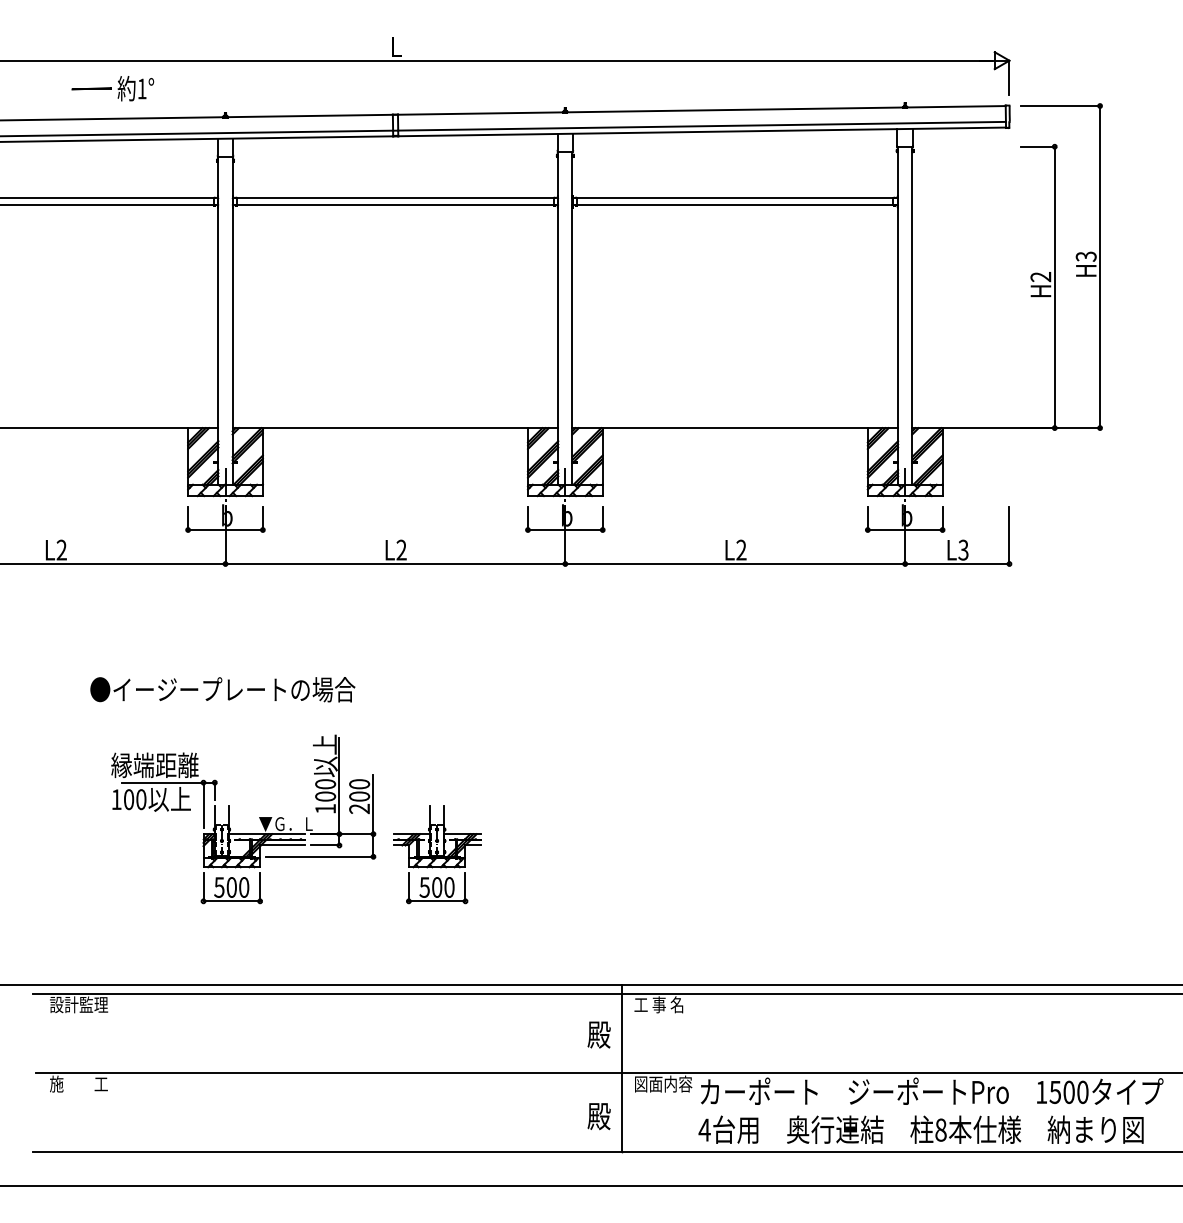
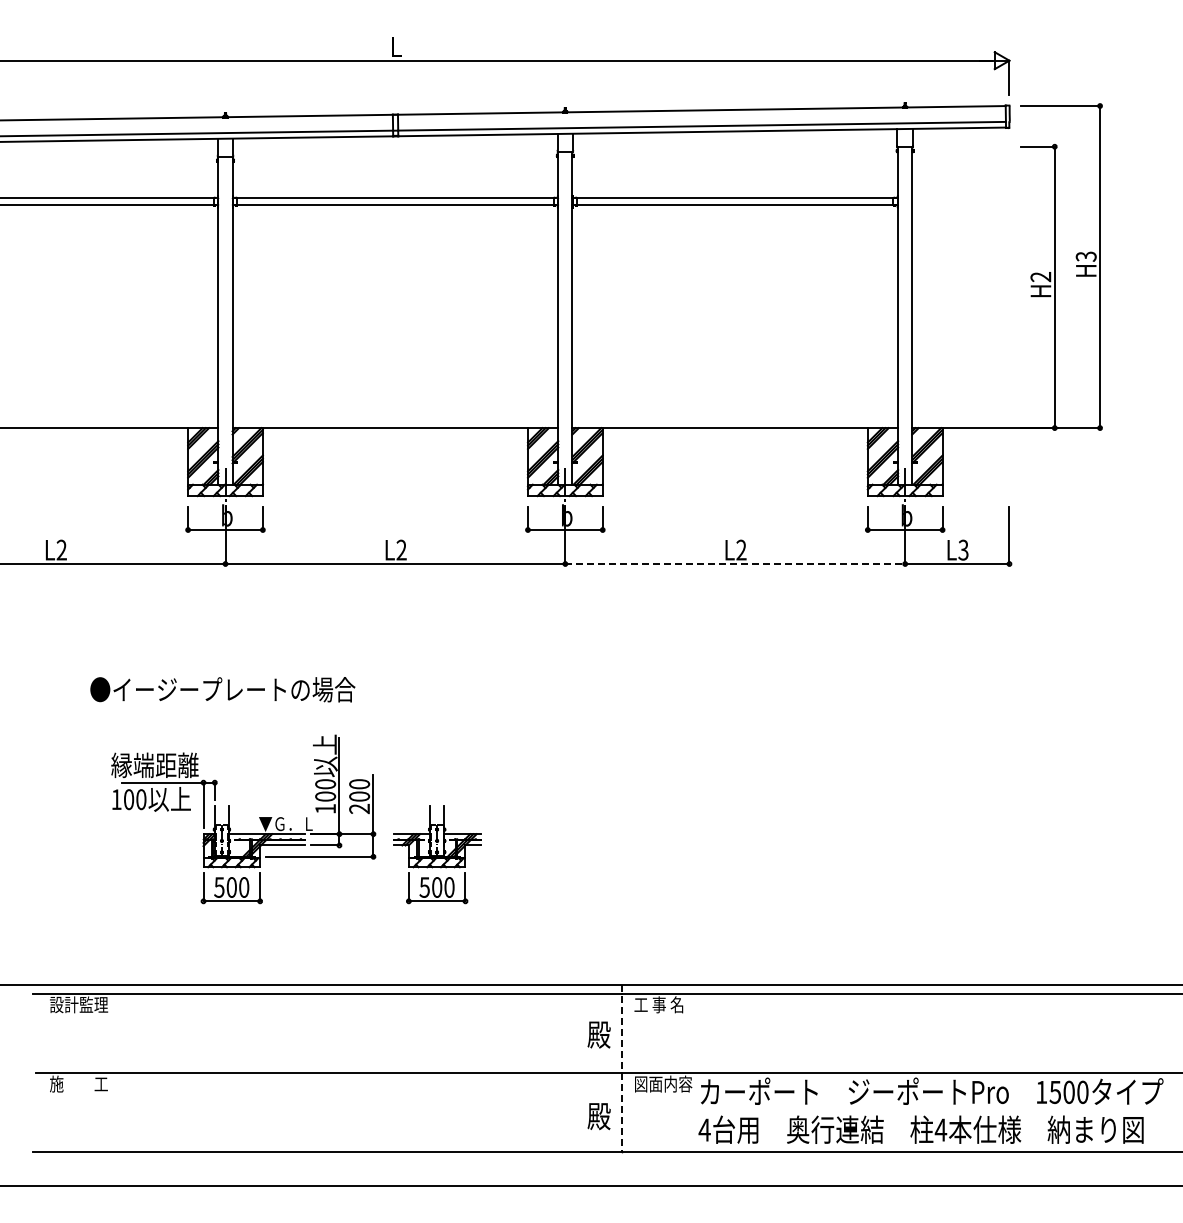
part at (112, 88): present -> none
line at (735, 564): solid -> dashed
line at (621, 1068): solid -> dashed
text at (940, 1129): 8 -> 4
